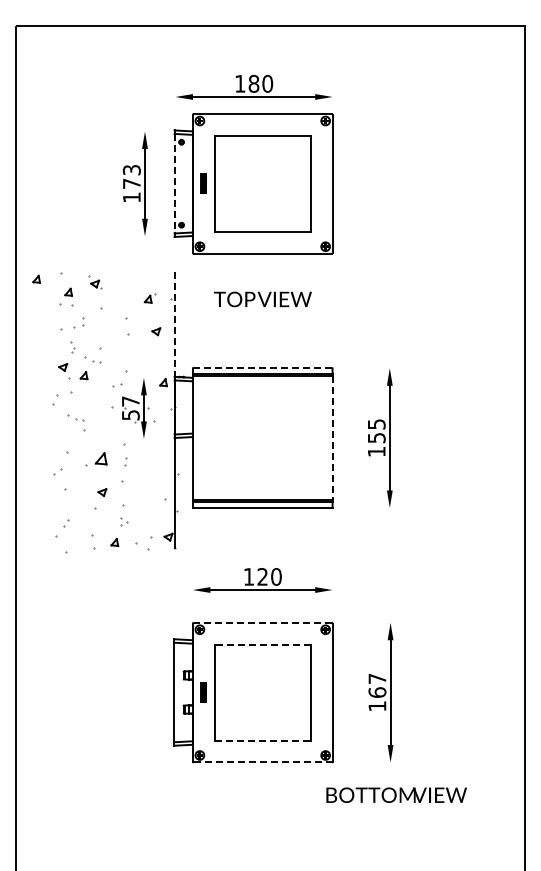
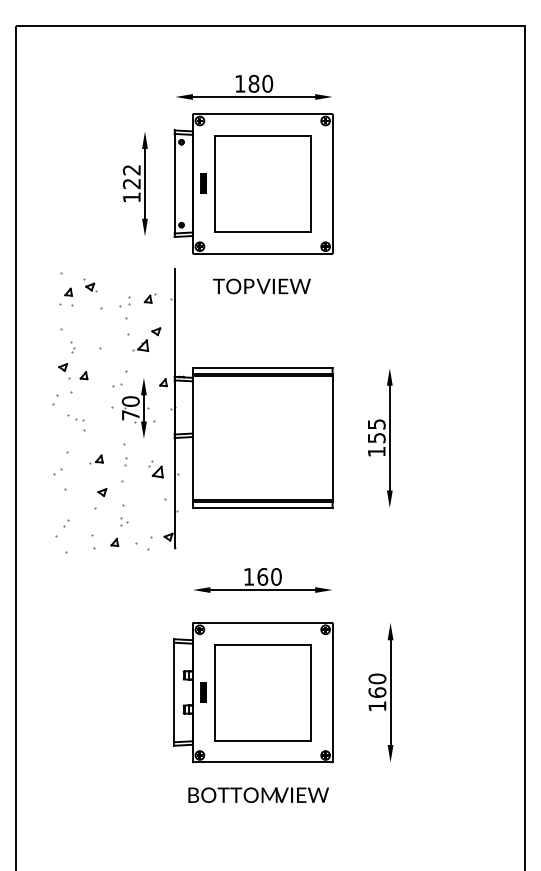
text at (131, 177): 173 -> 122
line at (174, 183): dashed -> solid
part at (36, 278): present -> none
part at (95, 282) position: (95, 282) -> (90, 285)
text at (262, 299) position: (262, 299) -> (261, 286)
part at (78, 322) position: (78, 322) -> (124, 301)
line at (175, 323): dashed -> solid
part at (140, 345): none -> present
part at (92, 359): present -> none
line at (262, 368): dashed -> solid
text at (130, 408): 57 -> 70
line at (332, 438): dashed -> solid
part at (96, 459) size: 23x15 px -> 15x11 px
part at (155, 469): none -> present
text at (262, 576): 120 -> 160
line at (262, 622): dashed -> solid
line at (262, 644): dashed -> solid
text at (377, 678): 167 -> 160
line at (263, 740): dashed -> solid
line at (262, 762): dashed -> solid
text at (396, 794) position: (396, 794) -> (258, 794)
